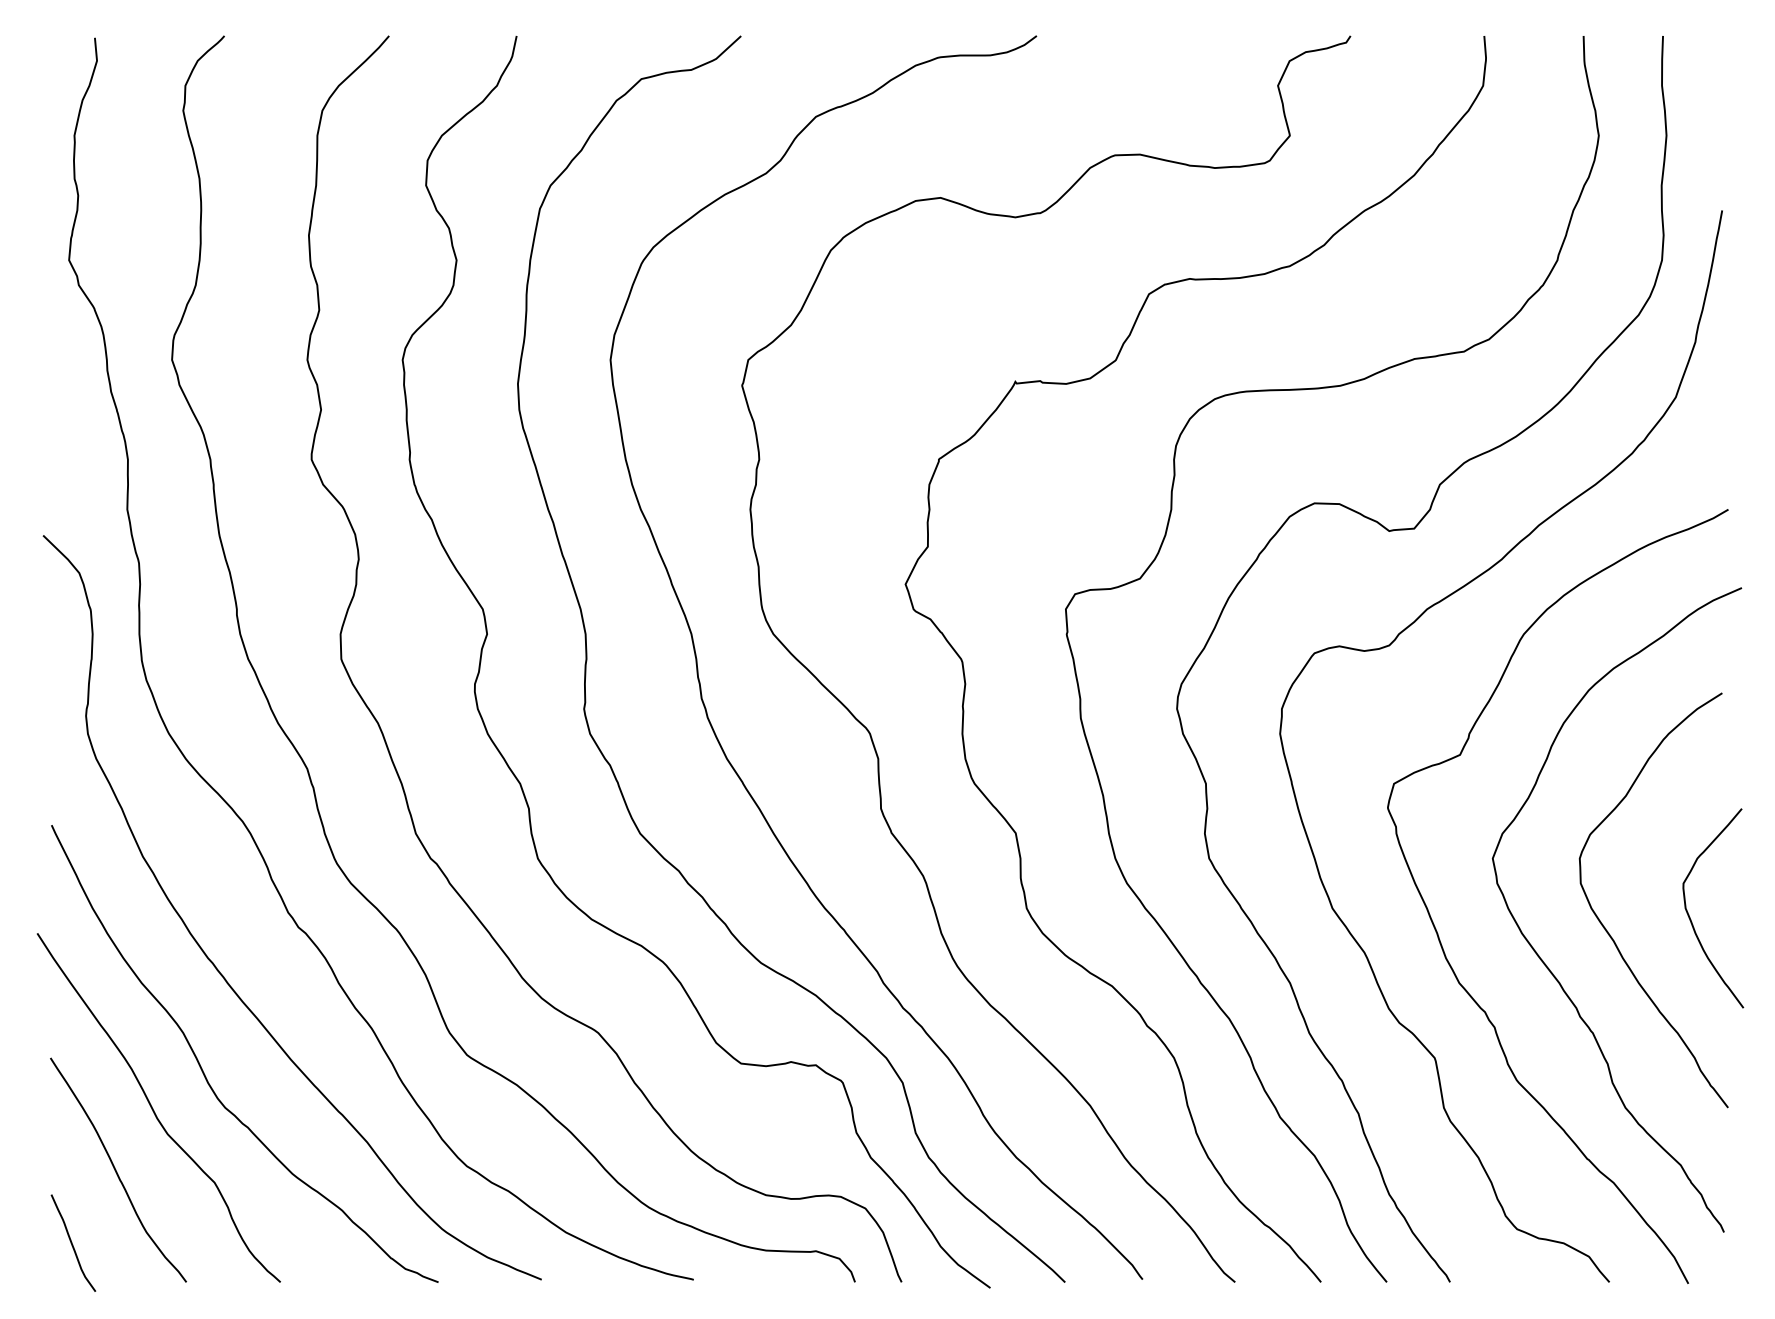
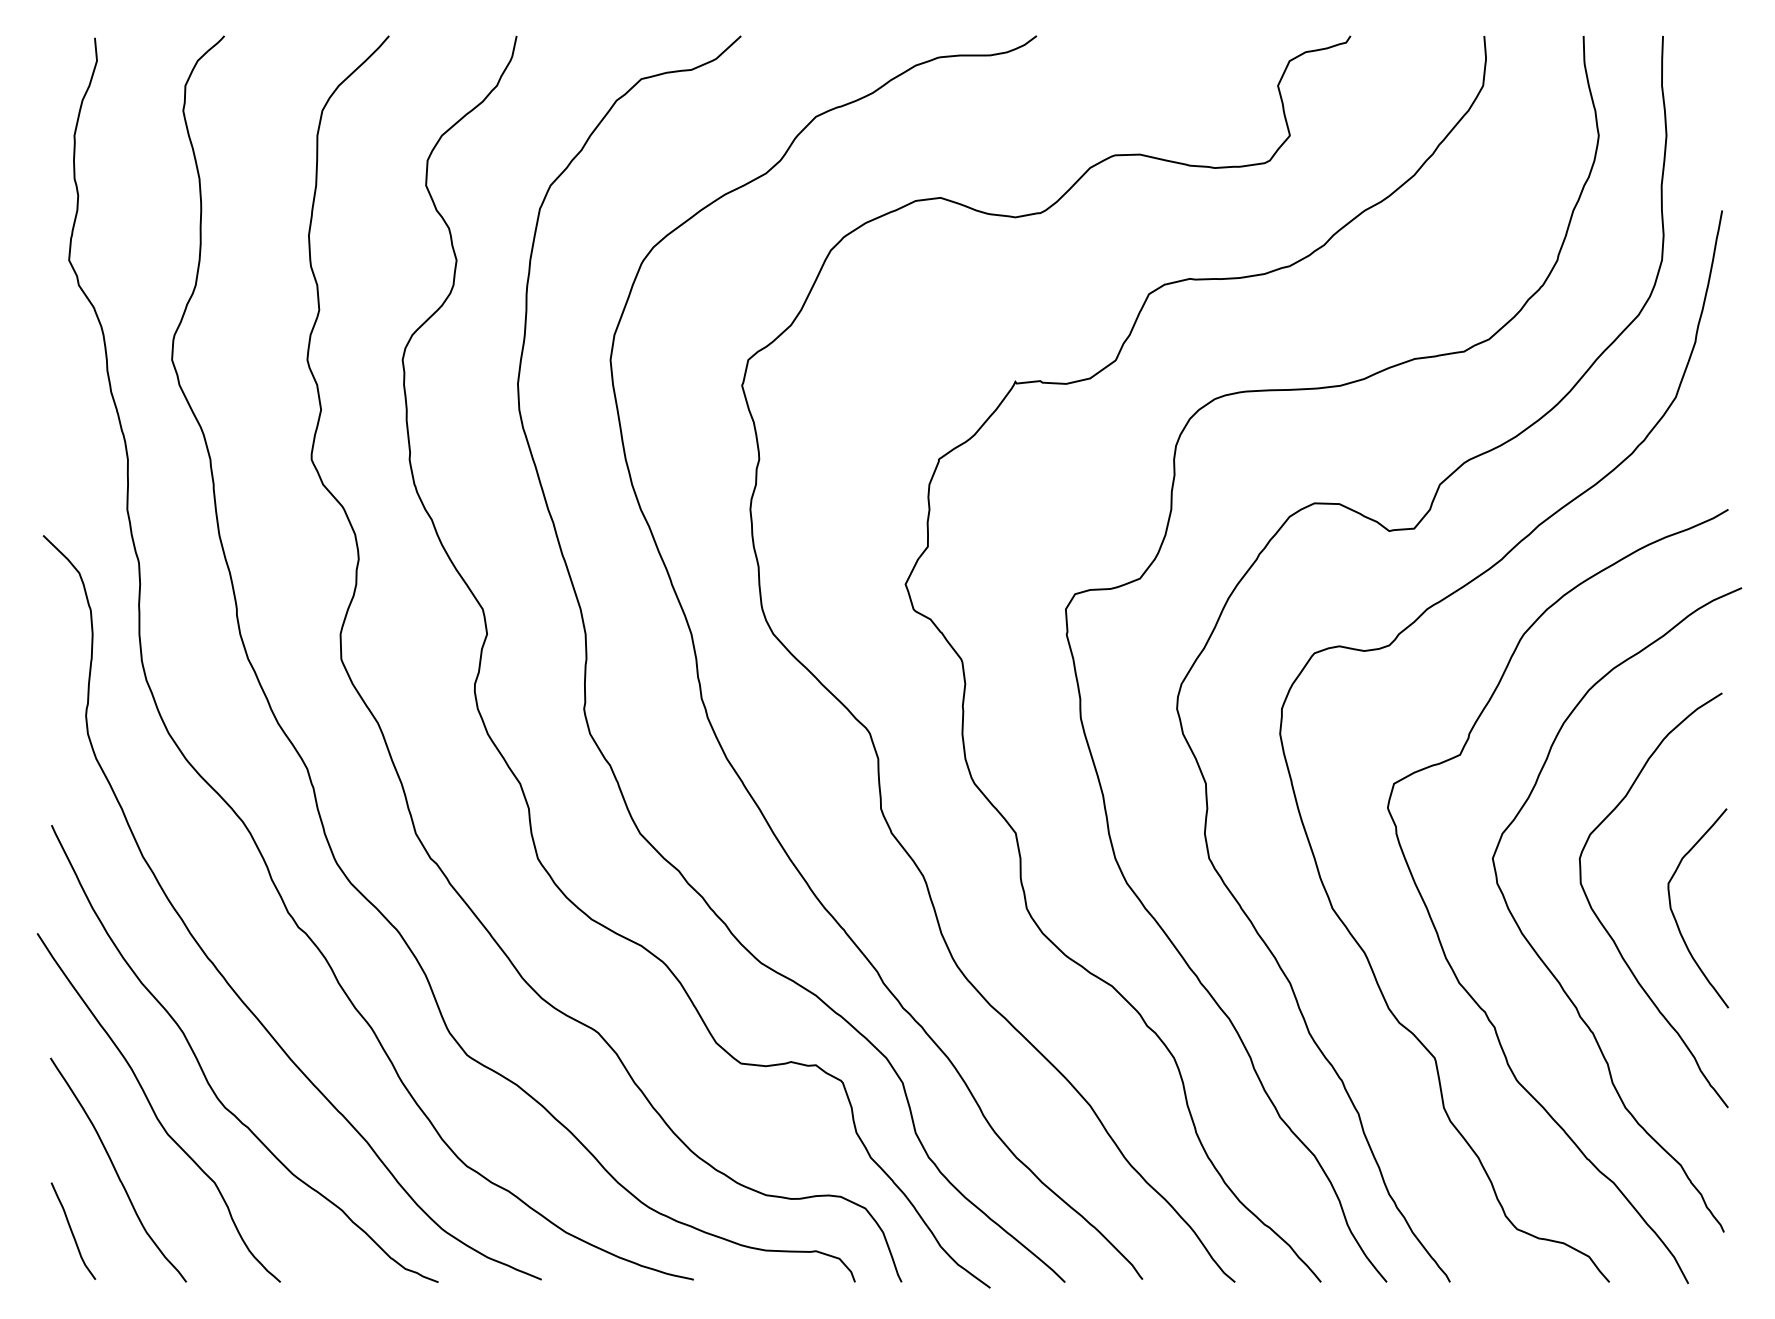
curve at (1691, 919) position: (1691, 919) -> (1676, 919)
curve at (72, 1242) position: (72, 1242) -> (72, 1230)
